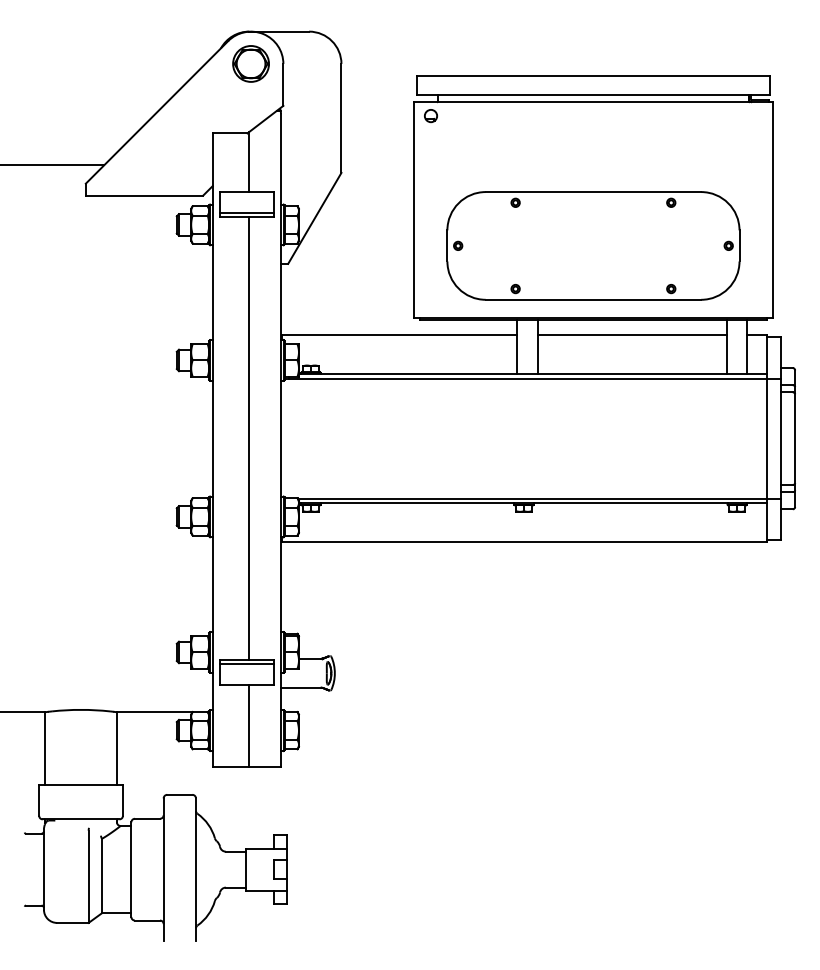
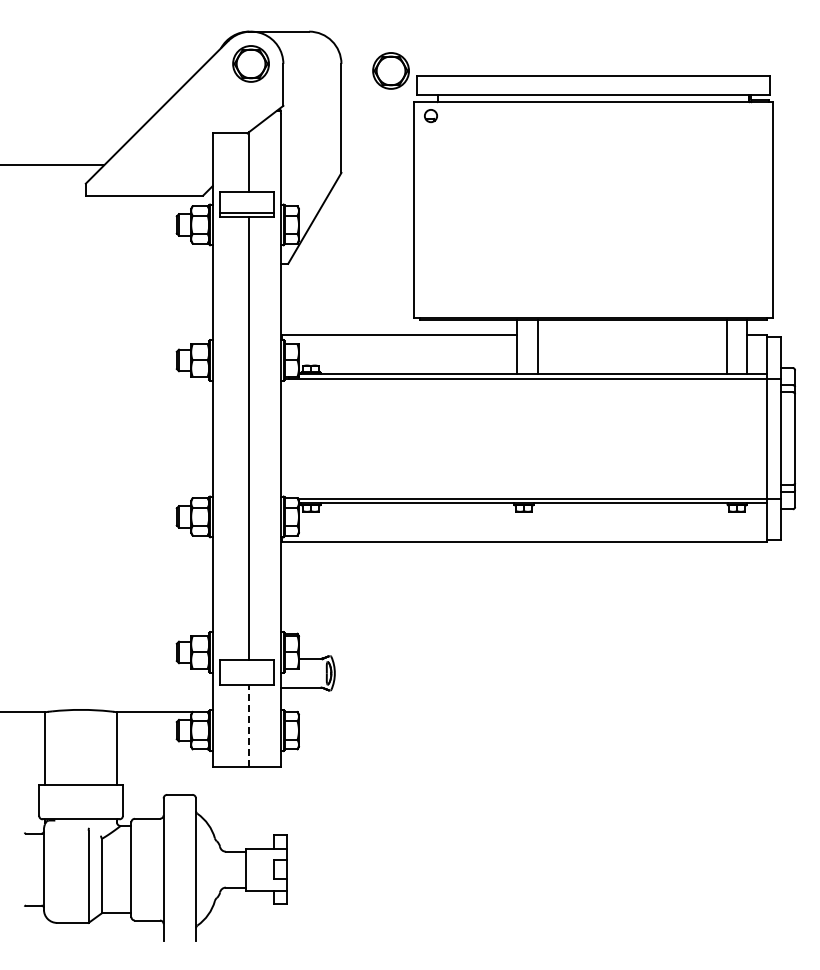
part at (390, 70): none -> present
part at (593, 245): present -> none
line at (631, 335): present -> none
line at (246, 664): present -> none
line at (248, 726): solid -> dashed
